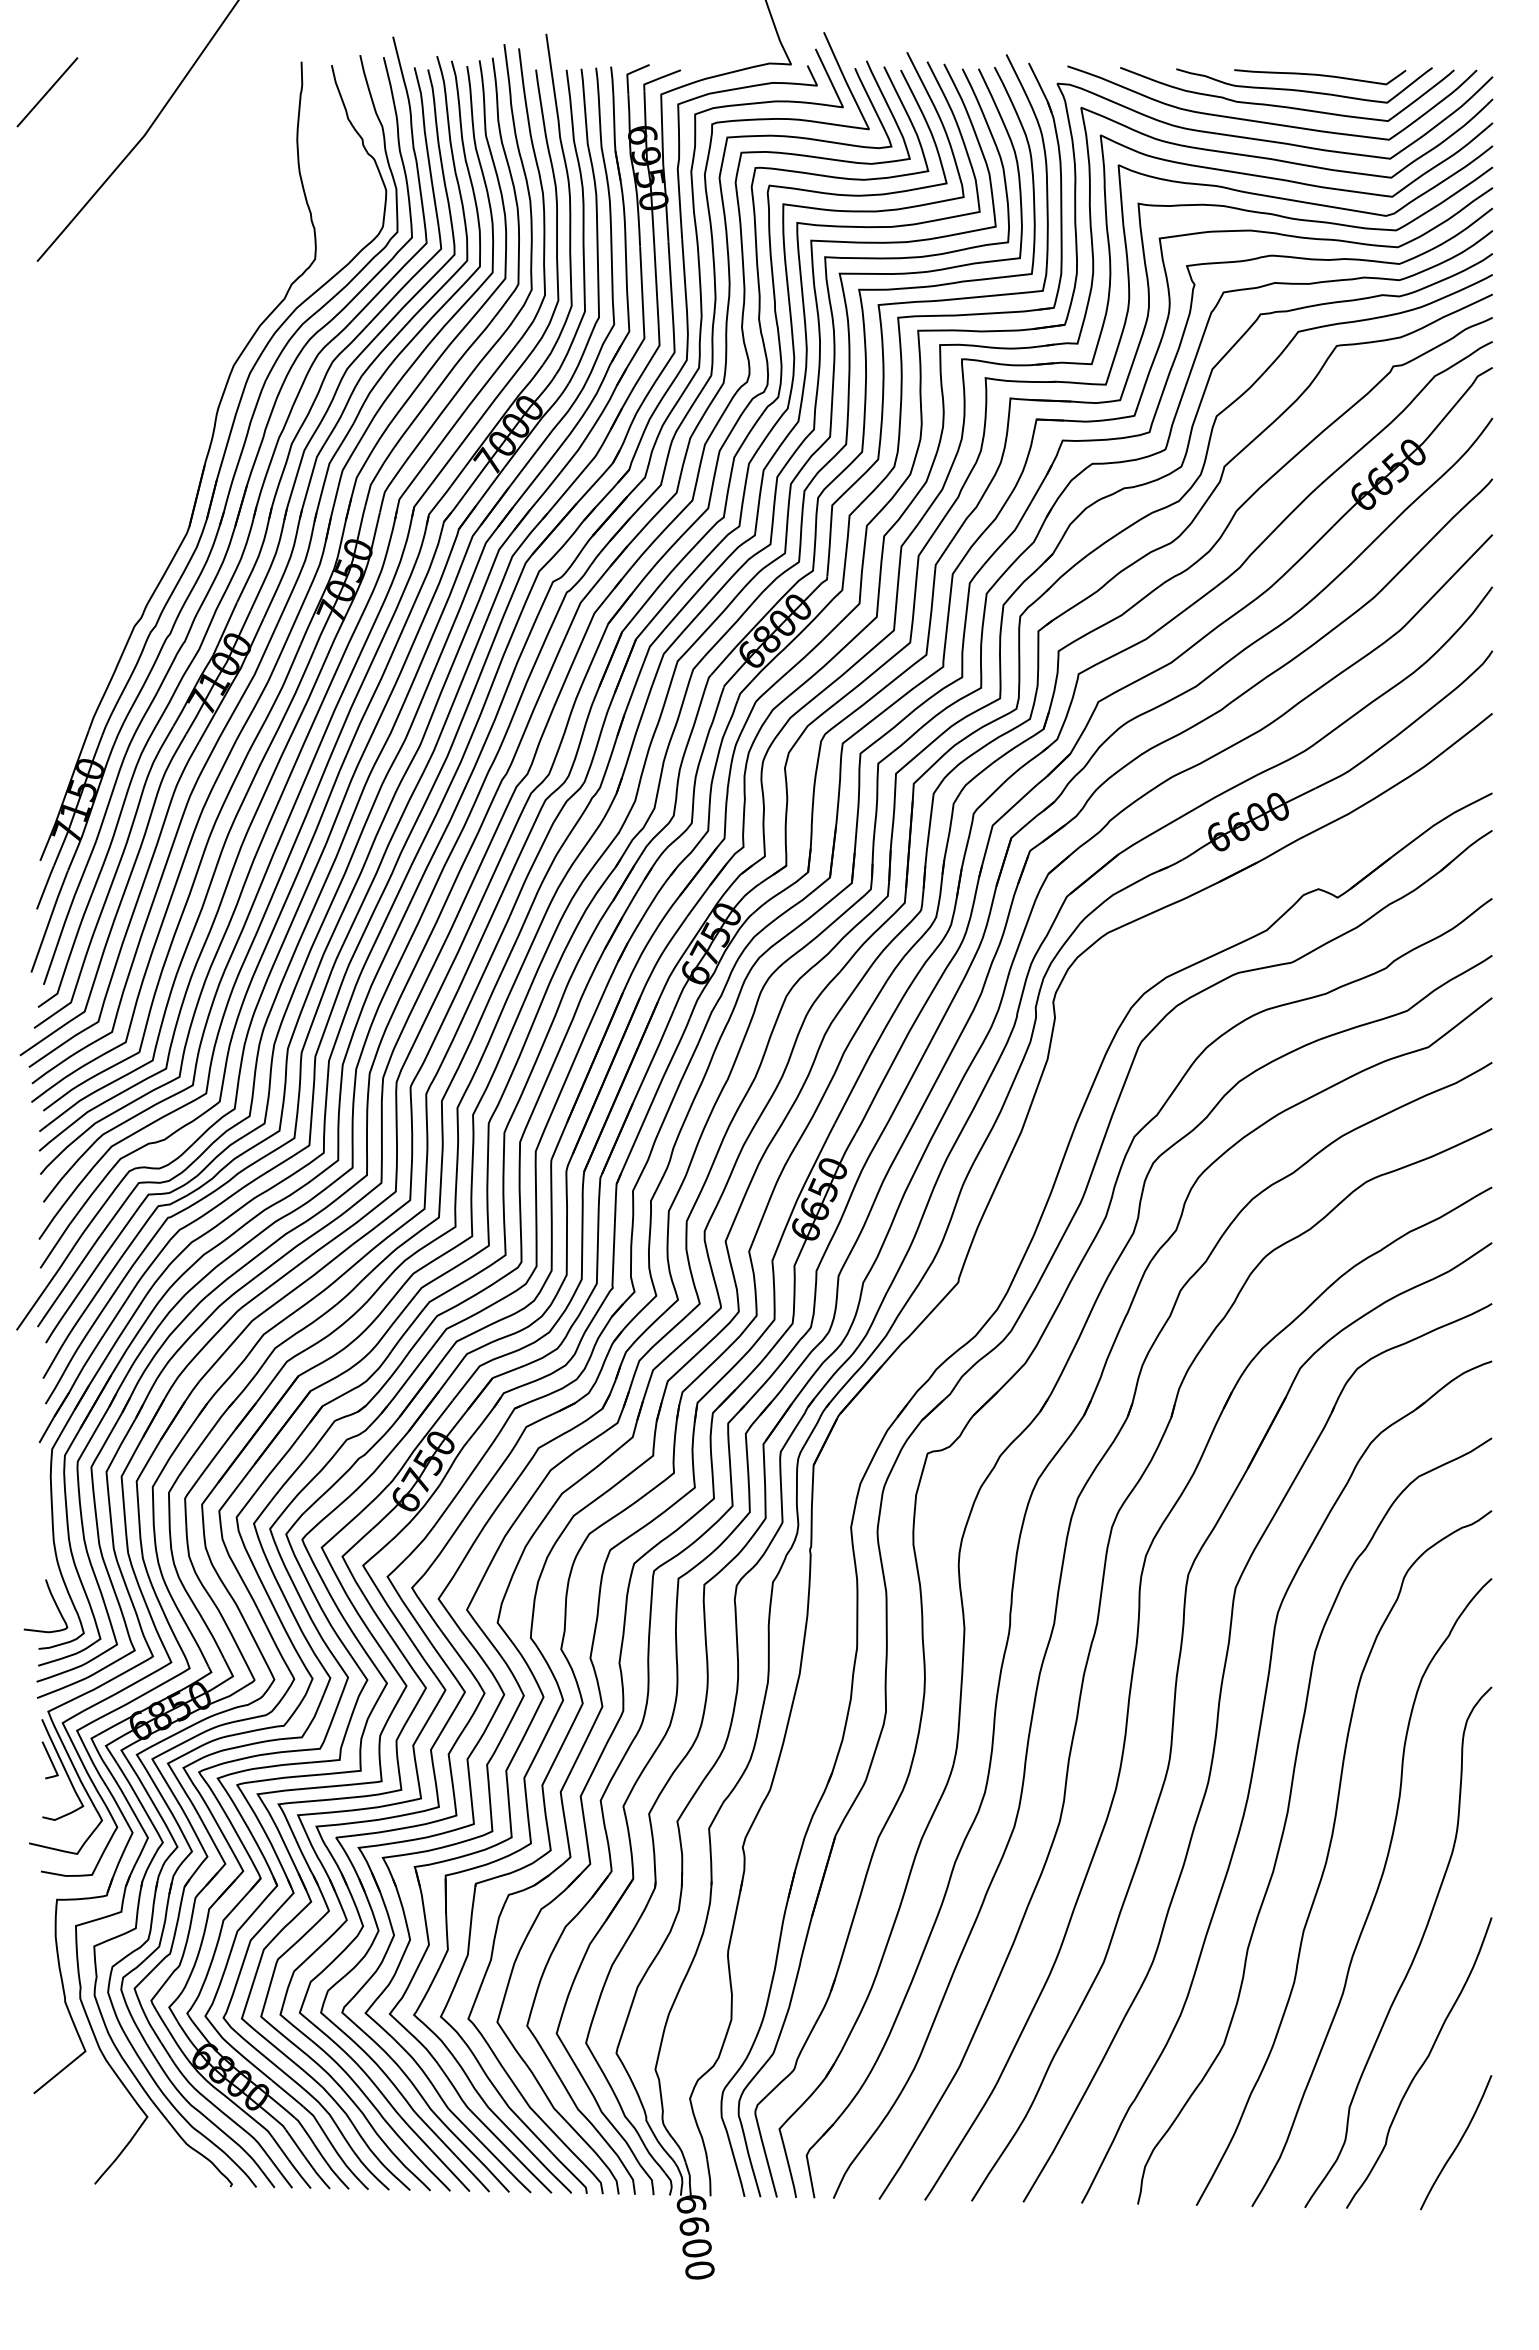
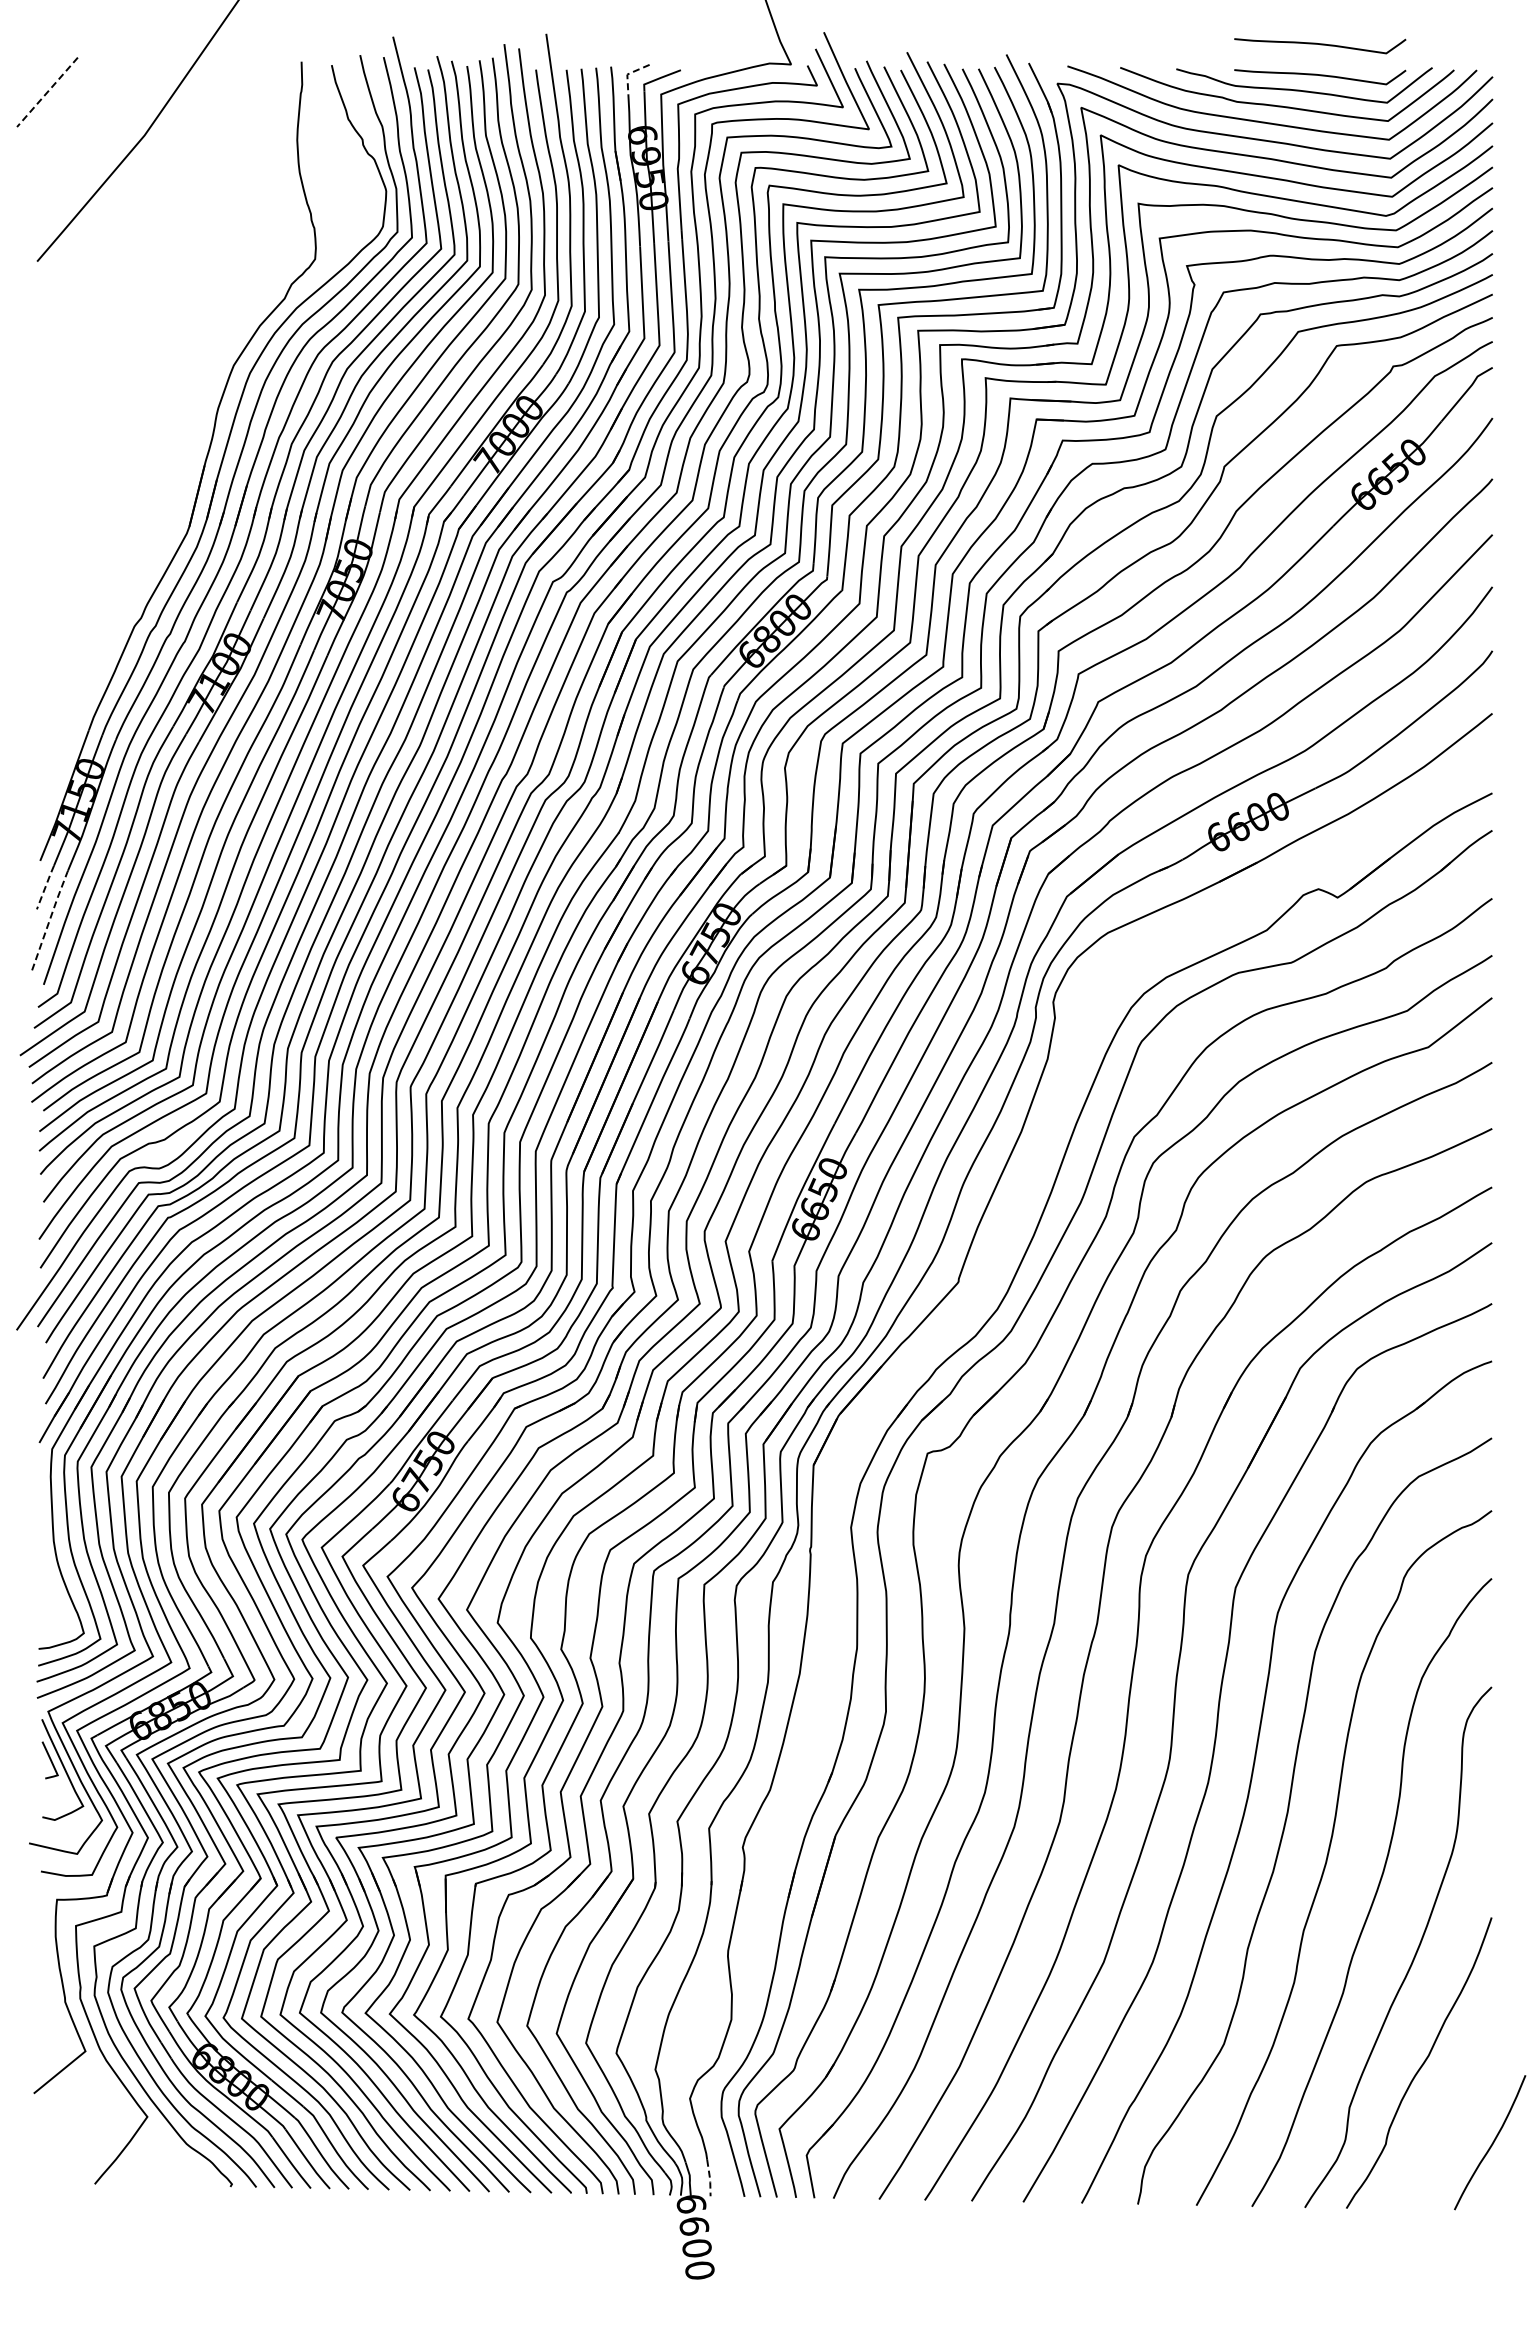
curve at (1320, 45): none -> present
line at (629, 73): solid -> dashed
line at (47, 92): solid -> dashed
line at (45, 887): solid -> dashed
line at (49, 920): solid -> dashed
curve at (53, 1601): present -> none
curve at (1457, 2143) position: (1457, 2143) -> (1491, 2143)
line at (710, 2179): solid -> dashed
